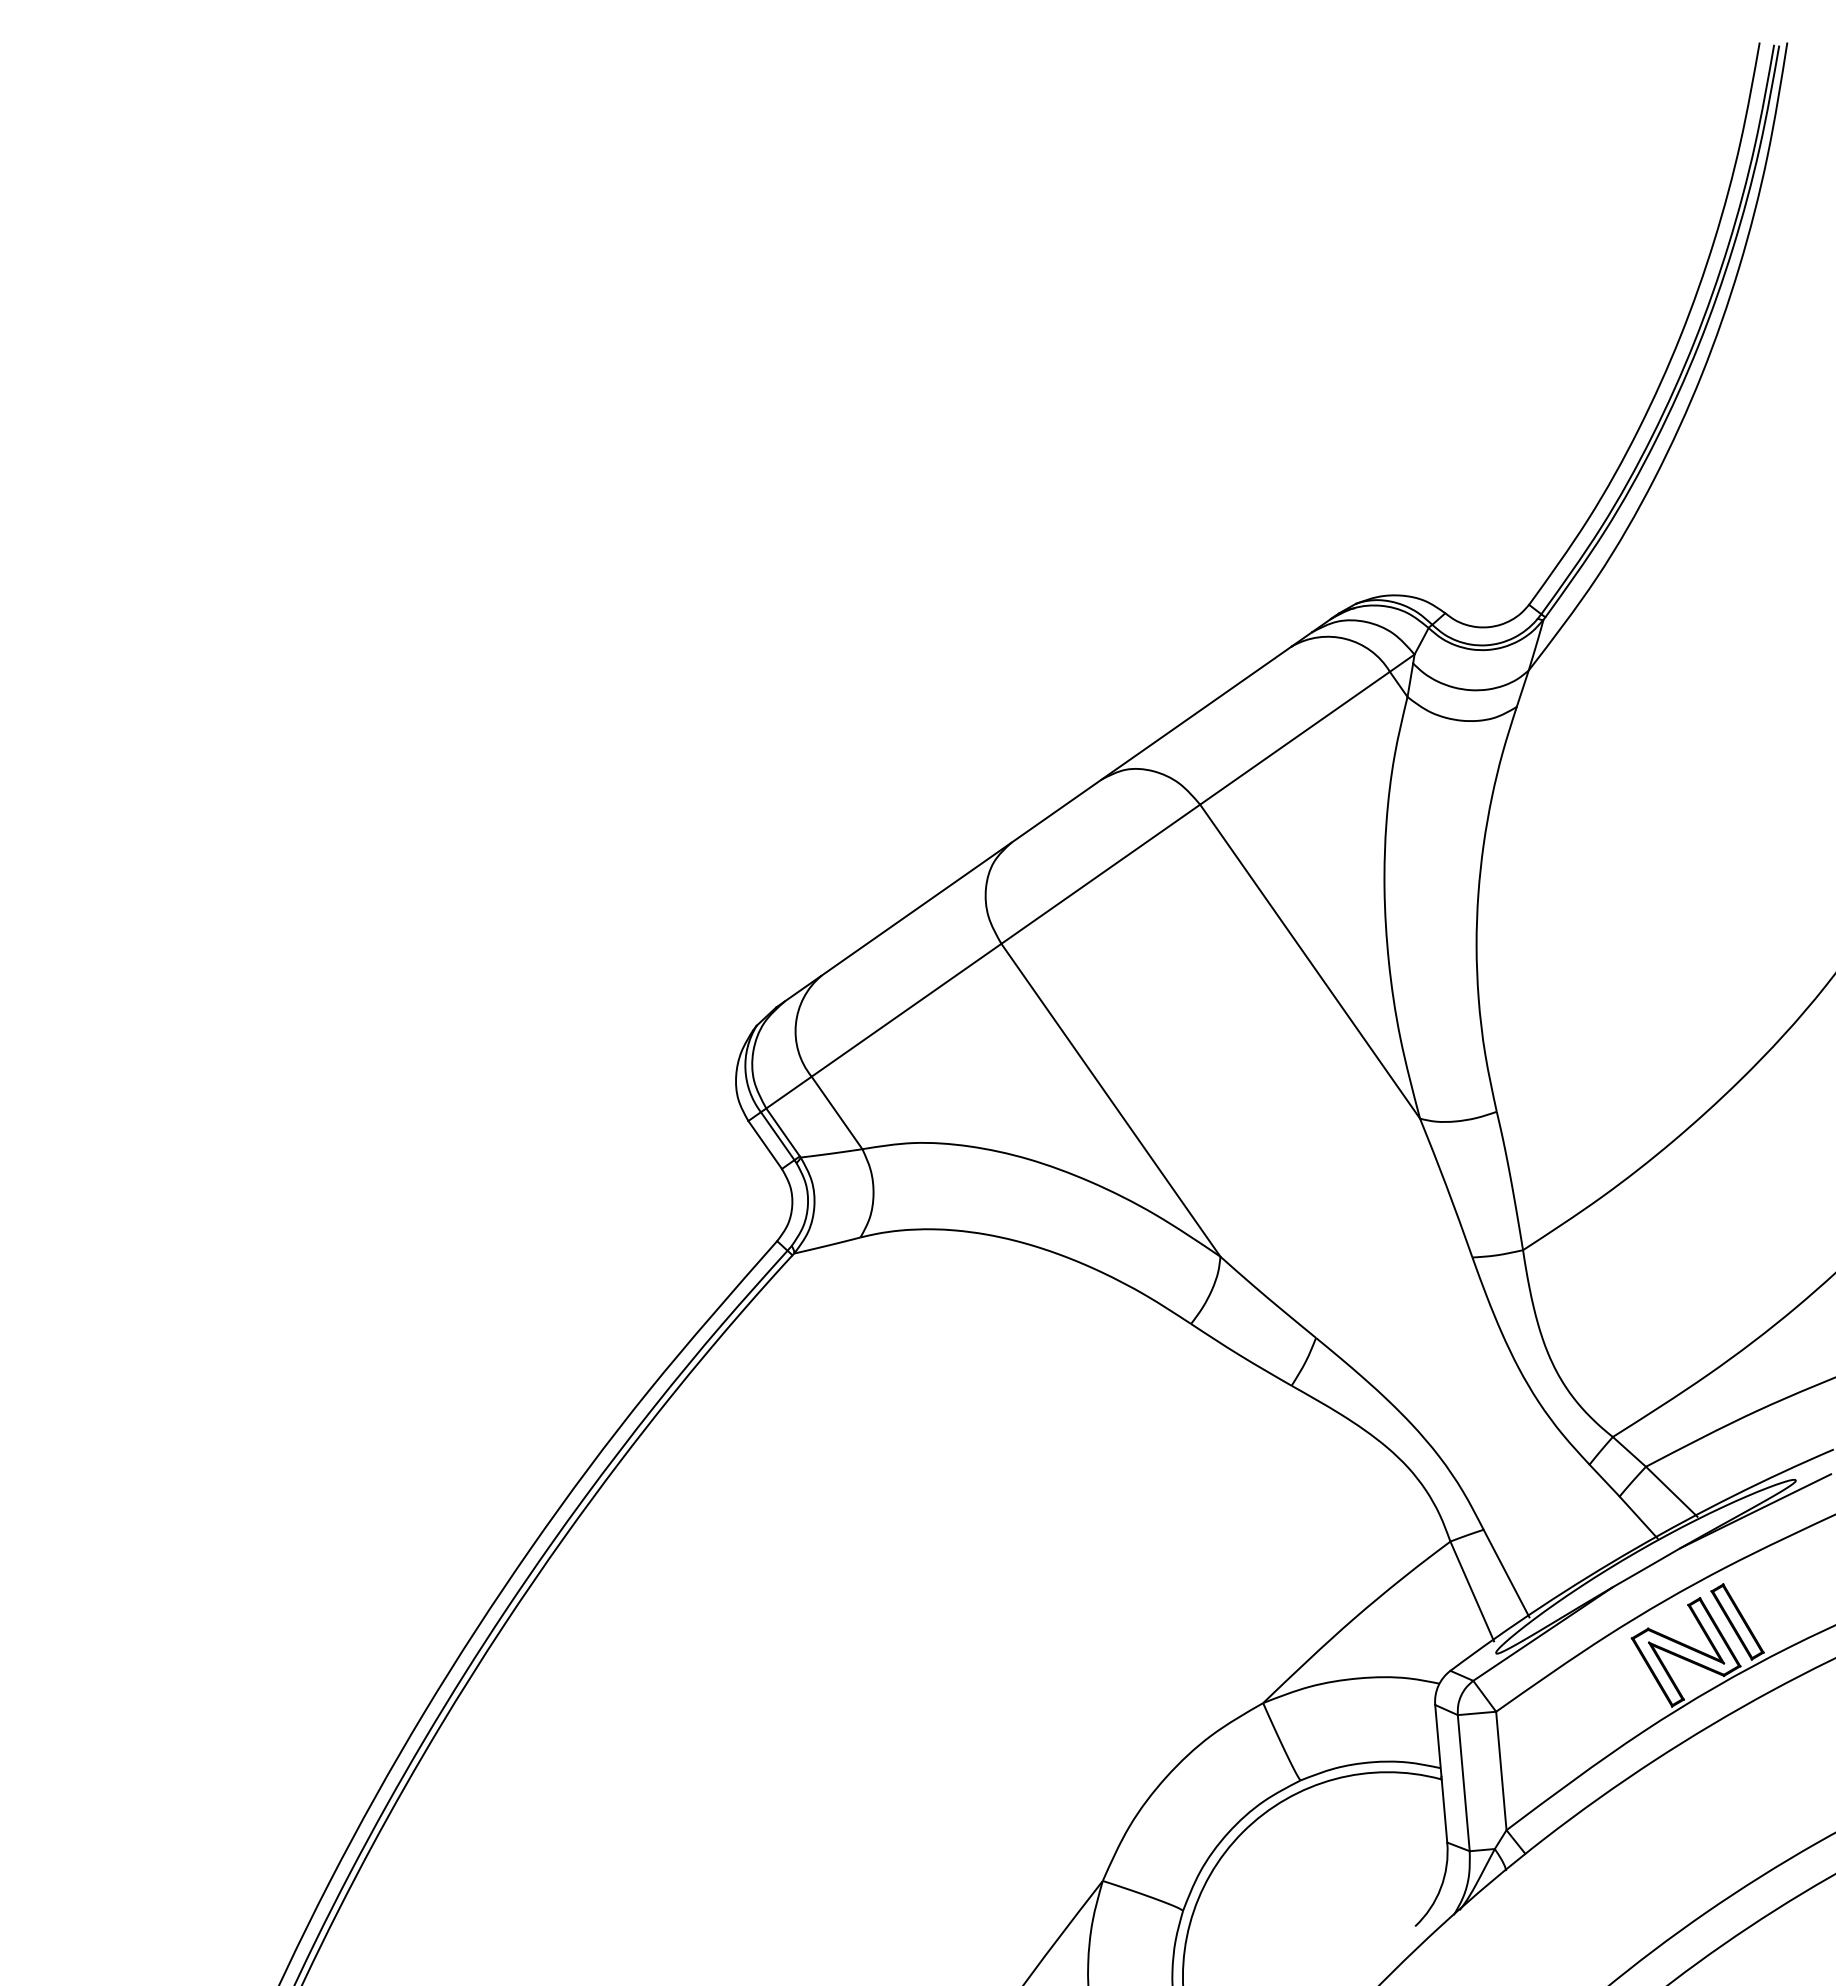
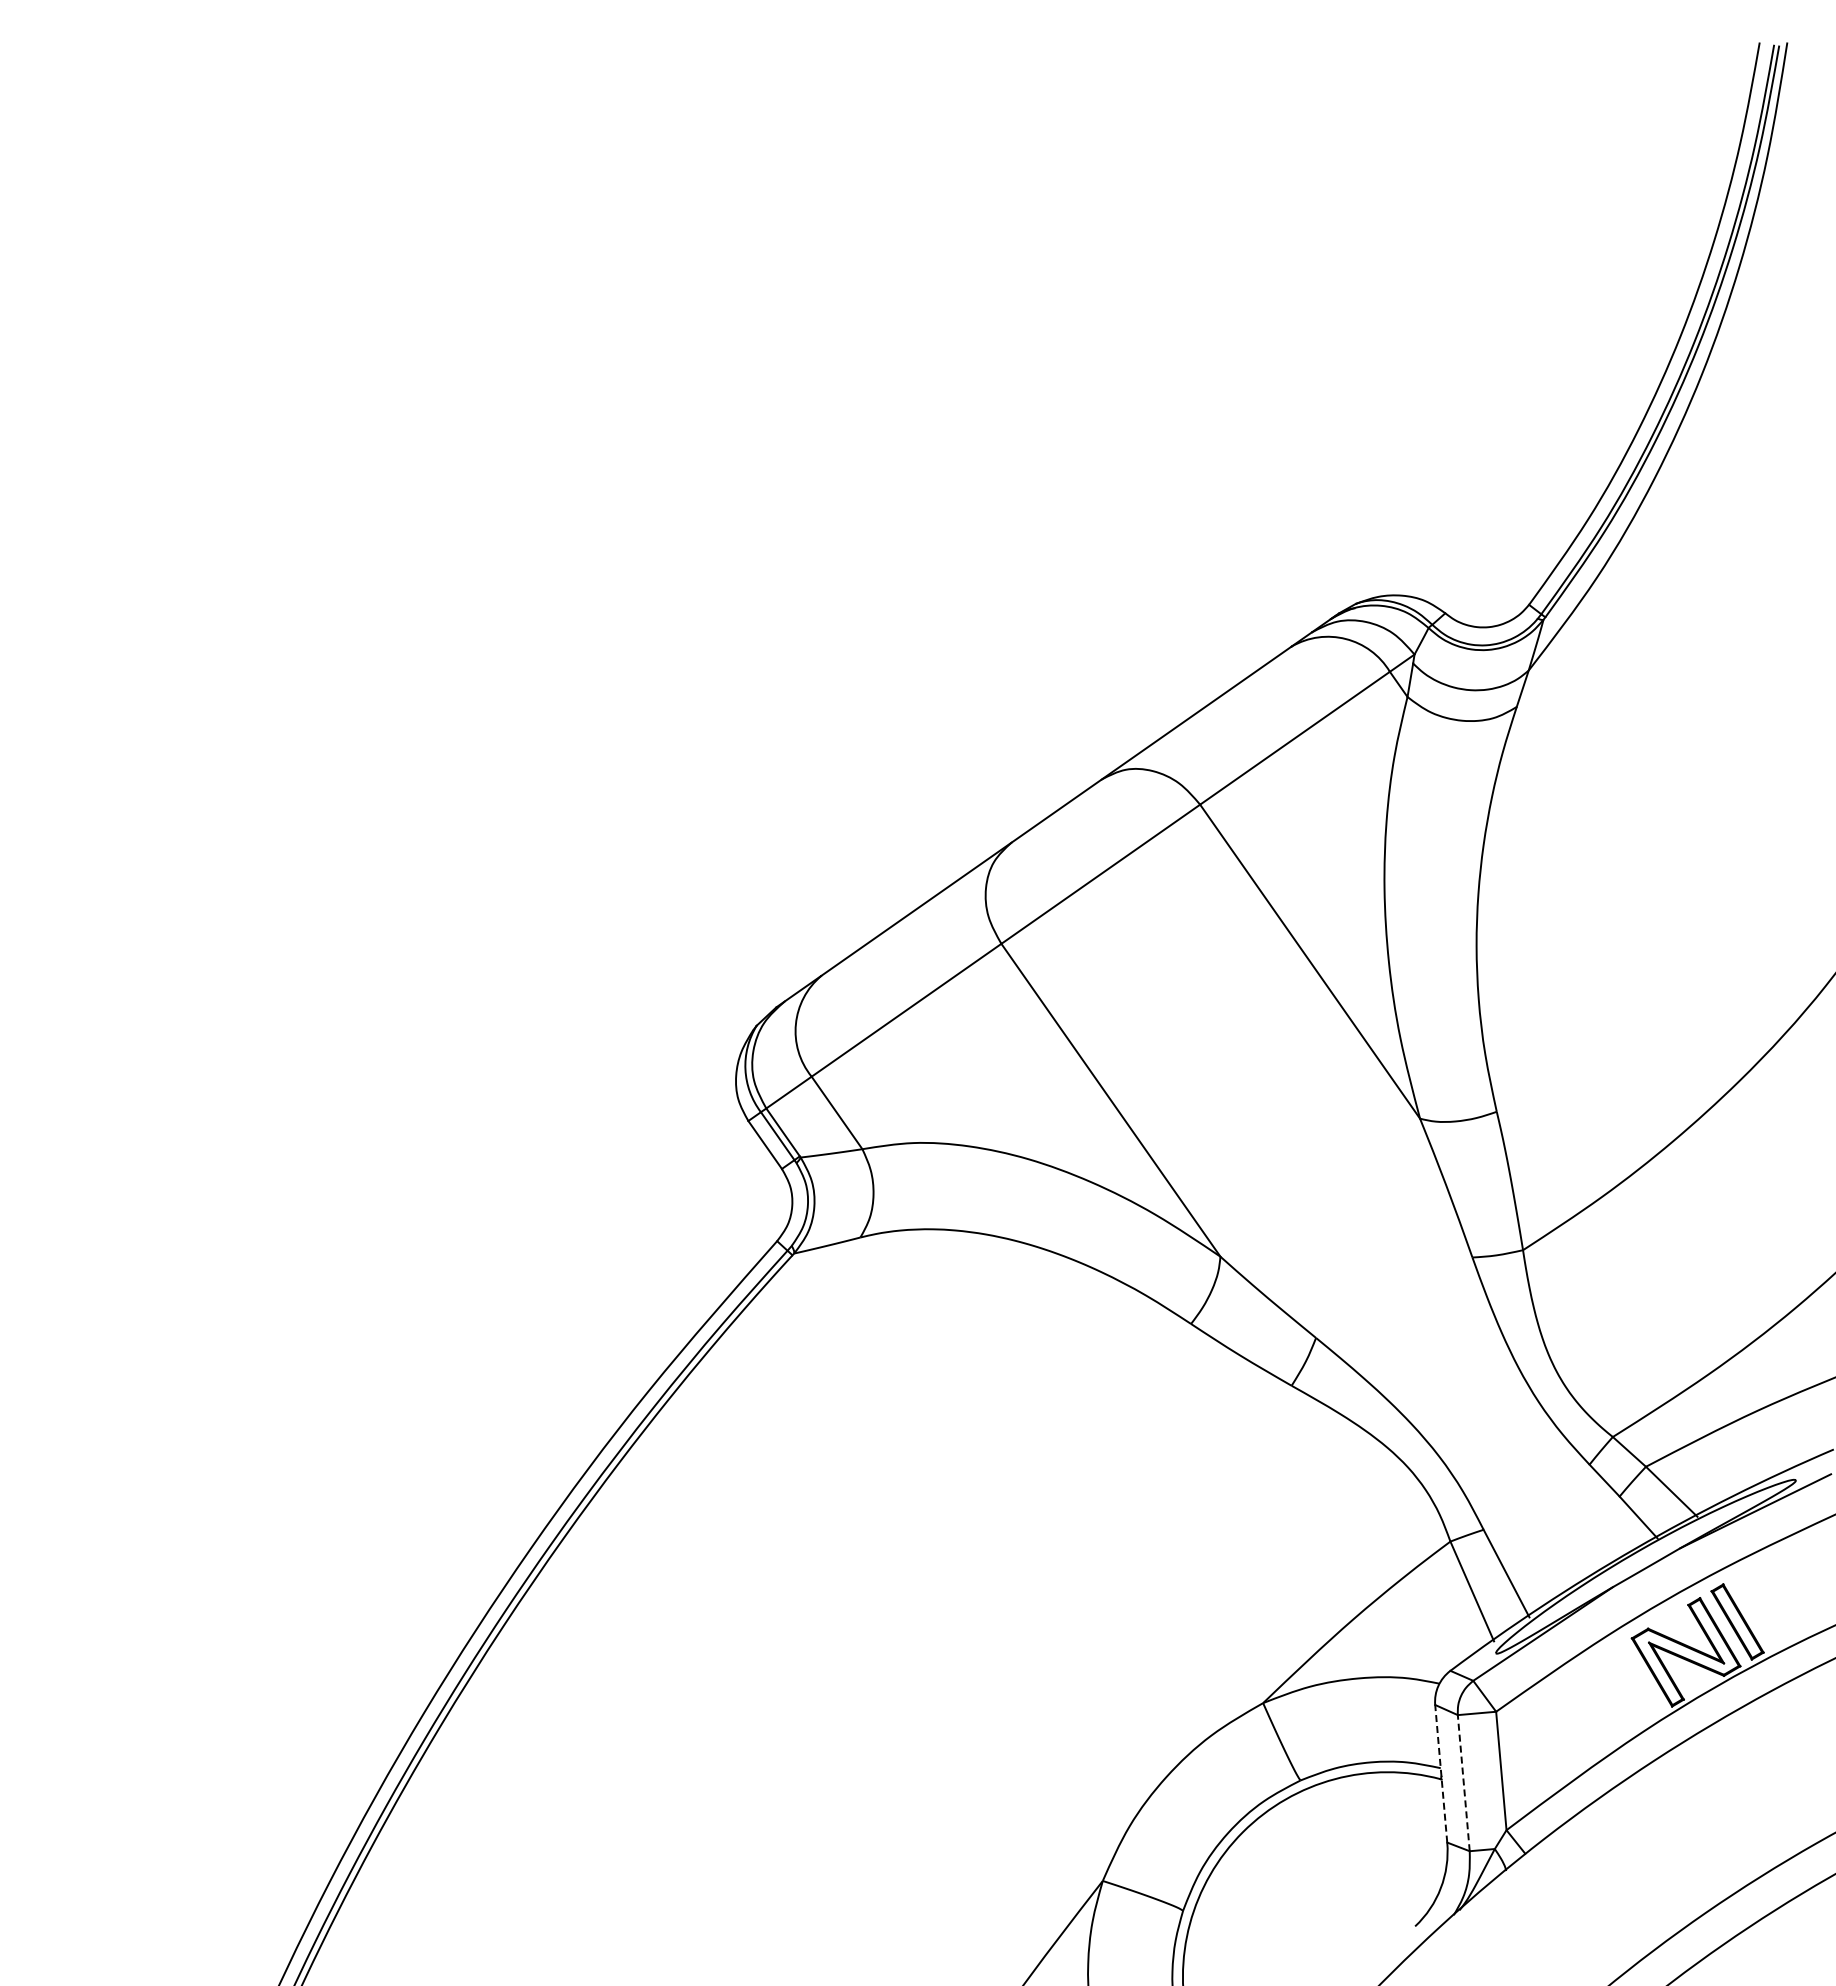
line at (1441, 1773): solid -> dashed
line at (1463, 1782): solid -> dashed
